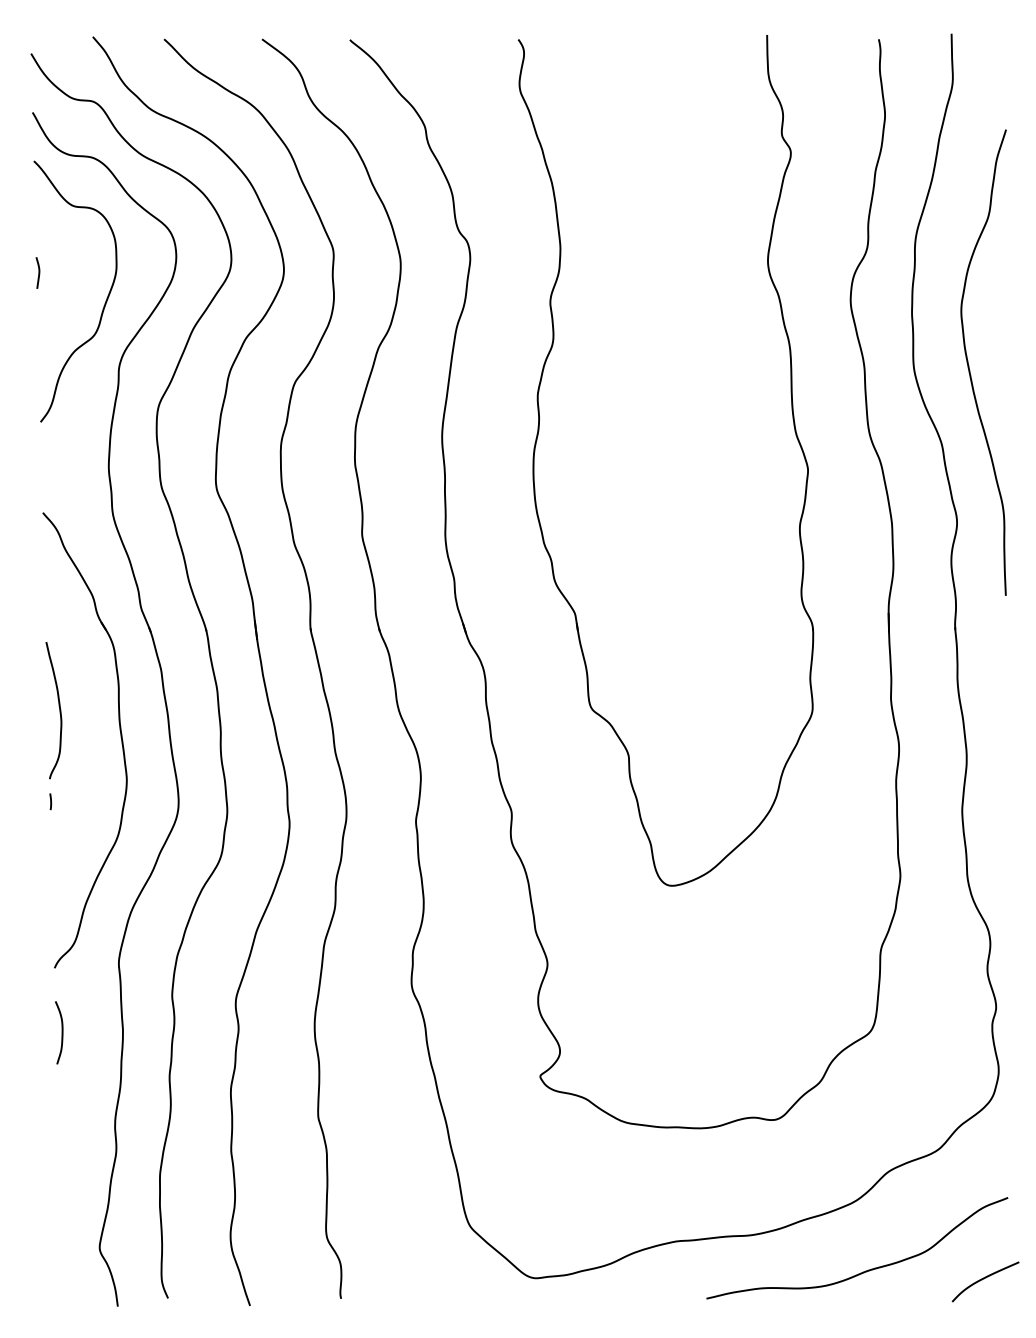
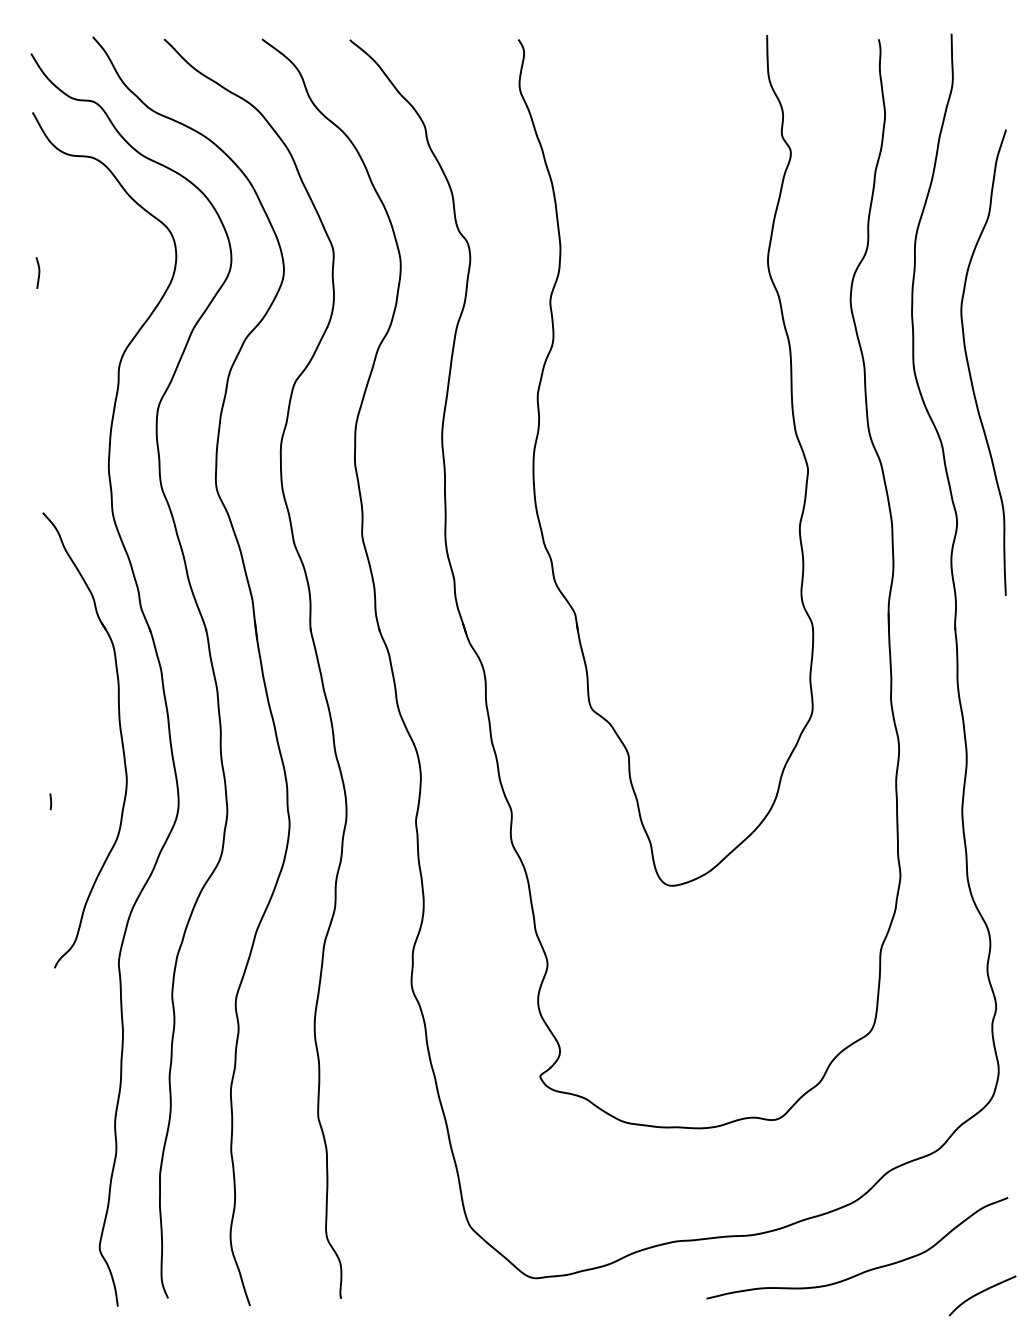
curve at (105, 300): present -> none
curve at (59, 710): present -> none
curve at (61, 1032): present -> none
curve at (984, 1279) position: (984, 1279) -> (981, 1293)
